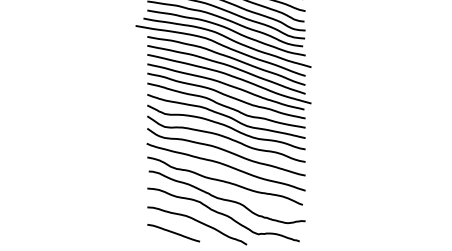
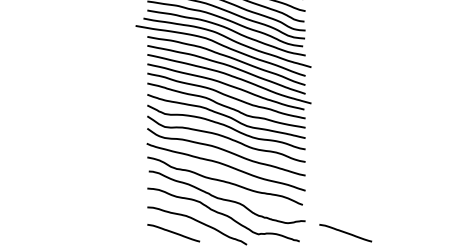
line at (345, 233): none -> present
